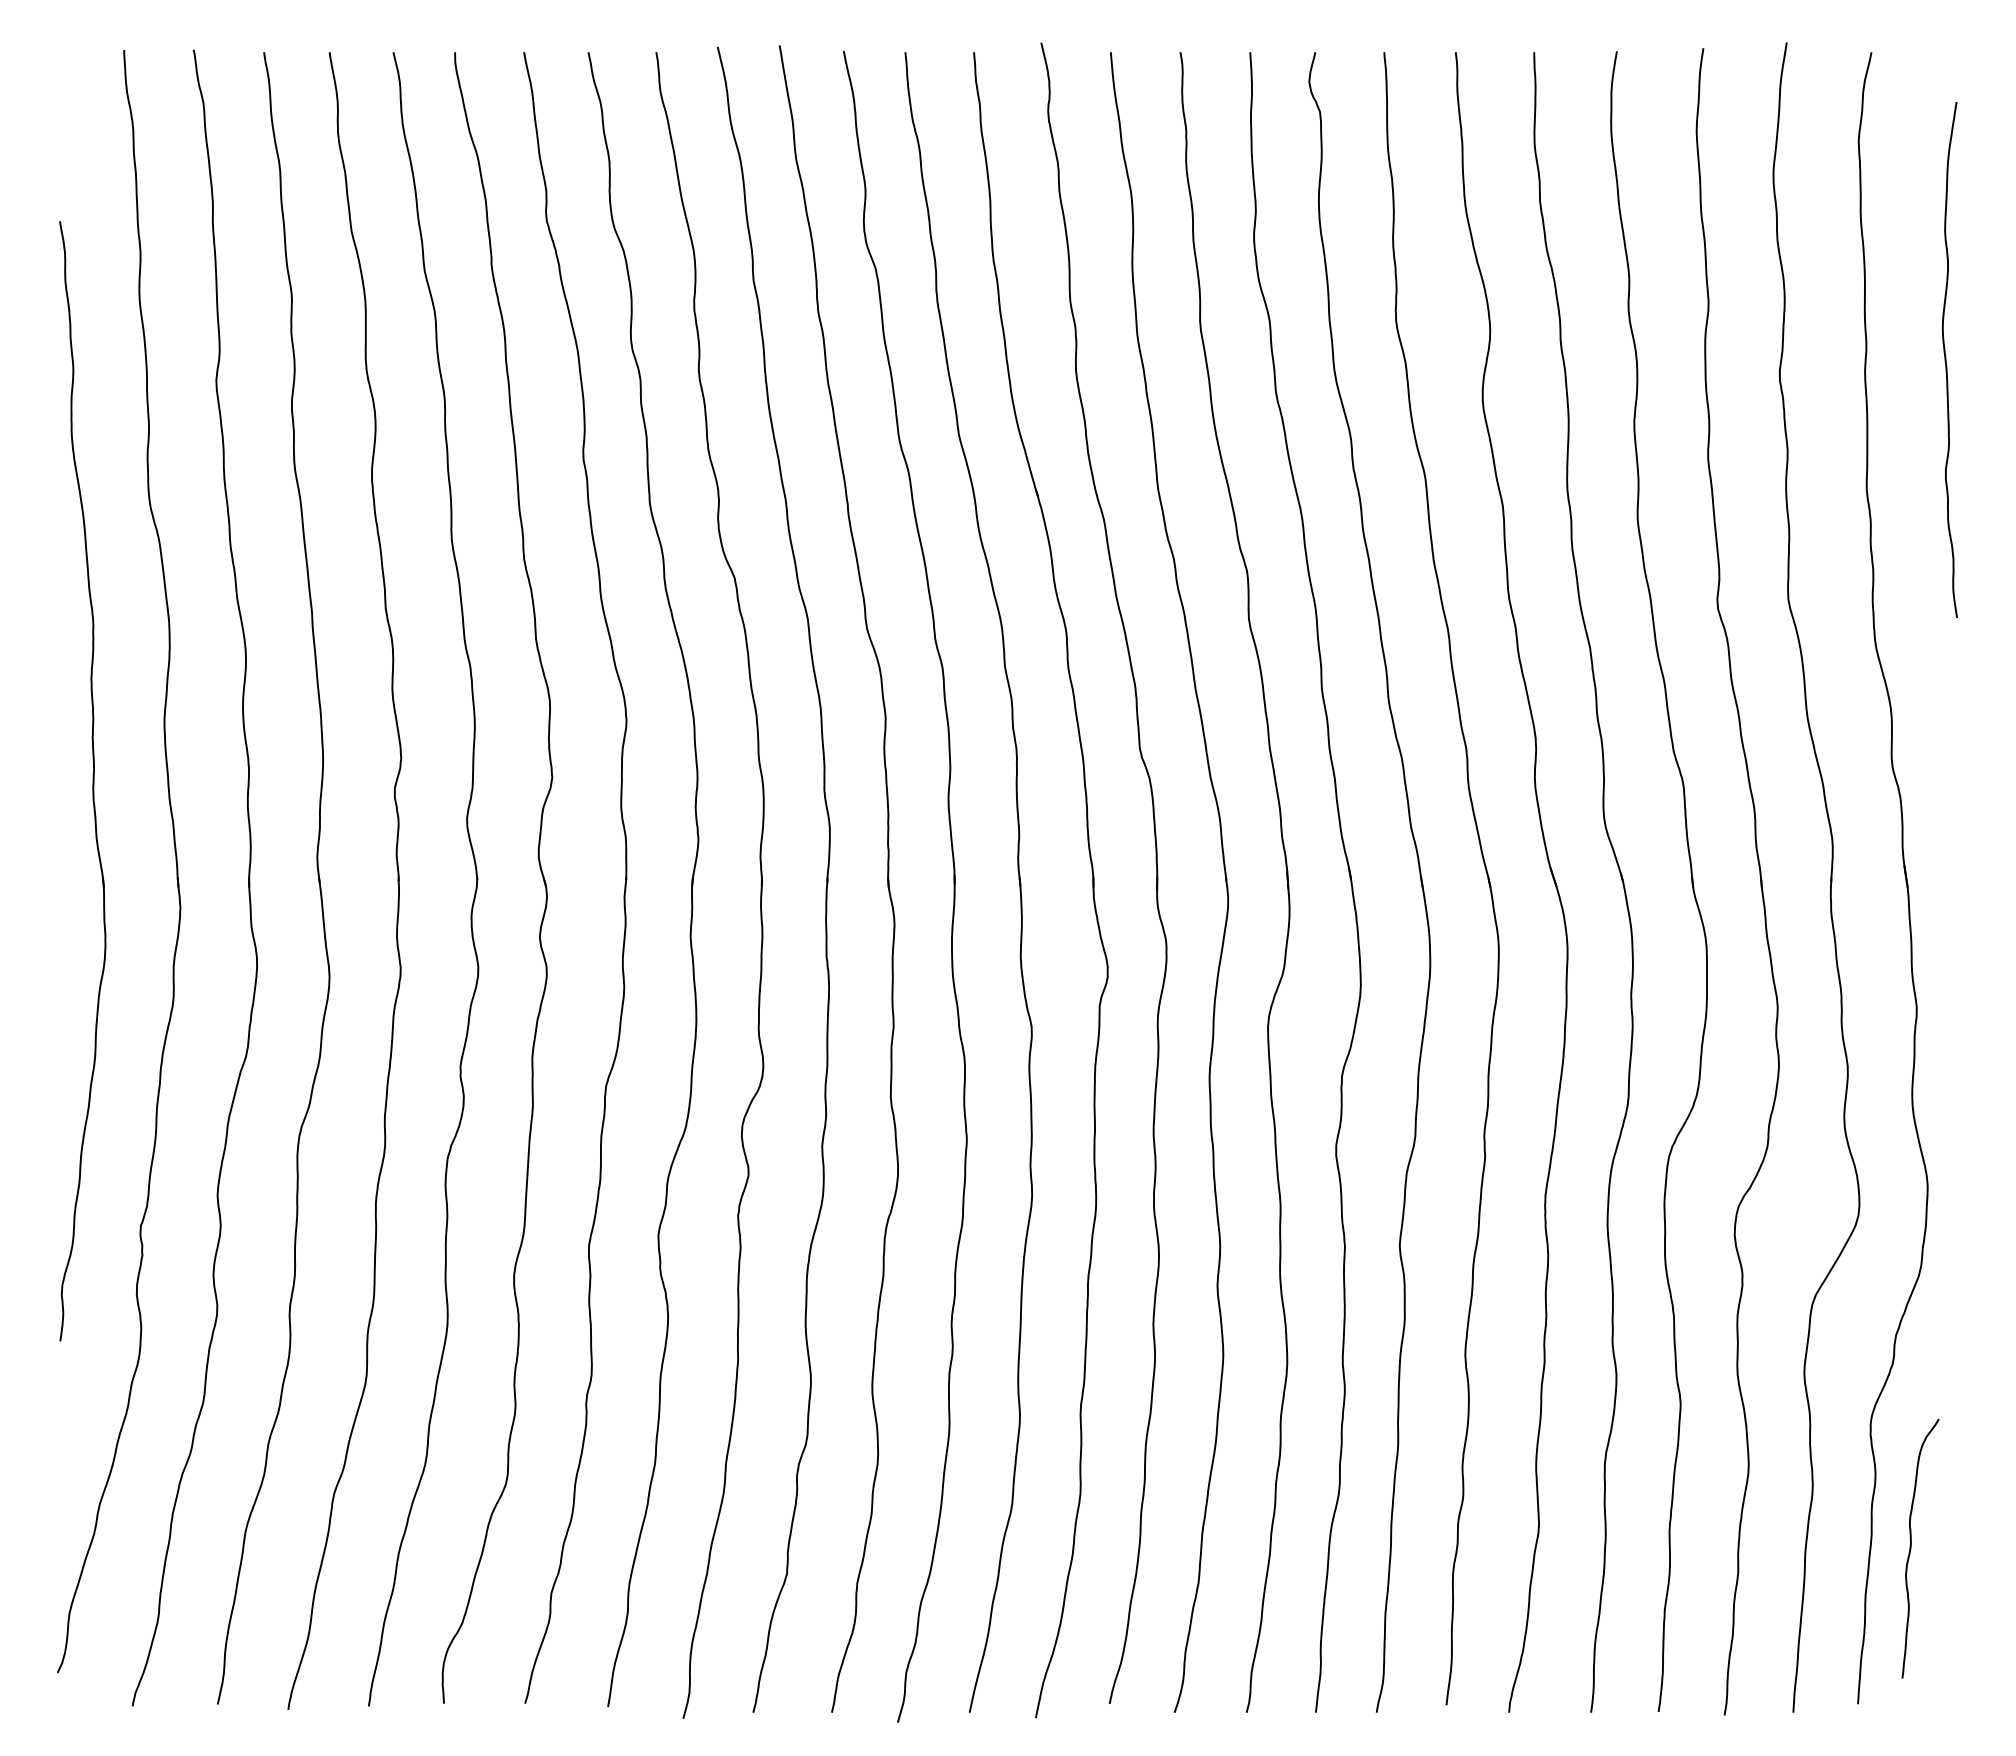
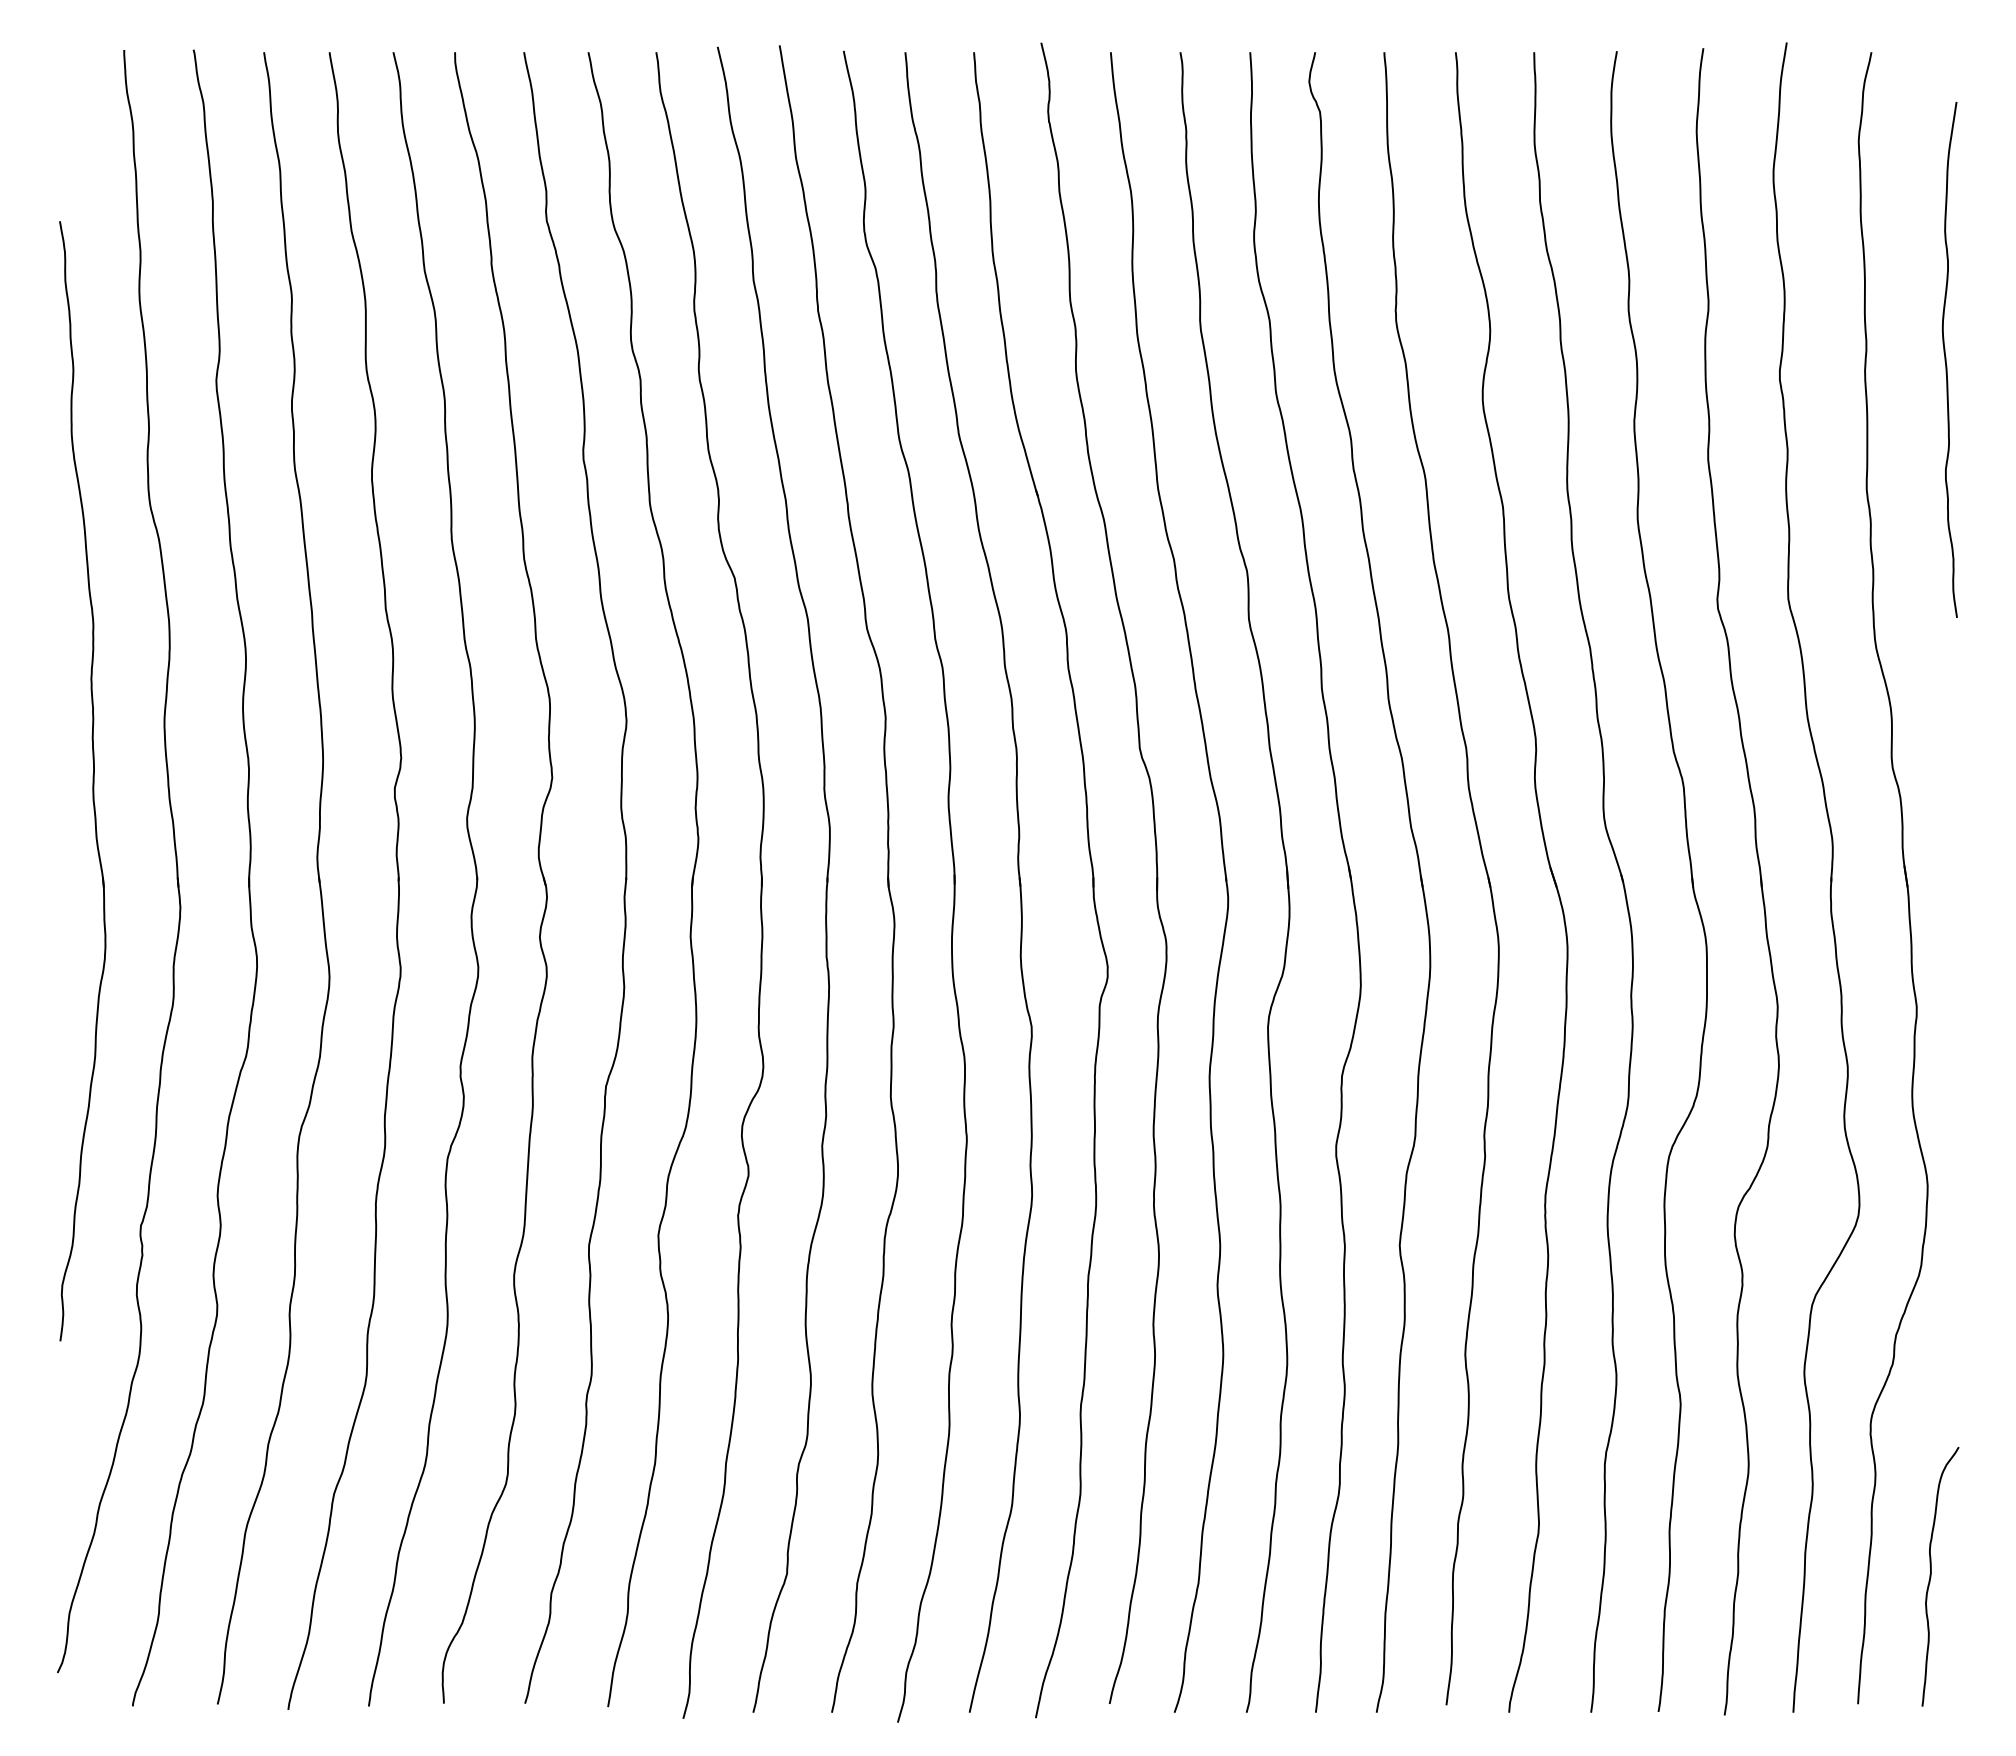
curve at (1911, 1548) position: (1911, 1548) -> (1931, 1576)
